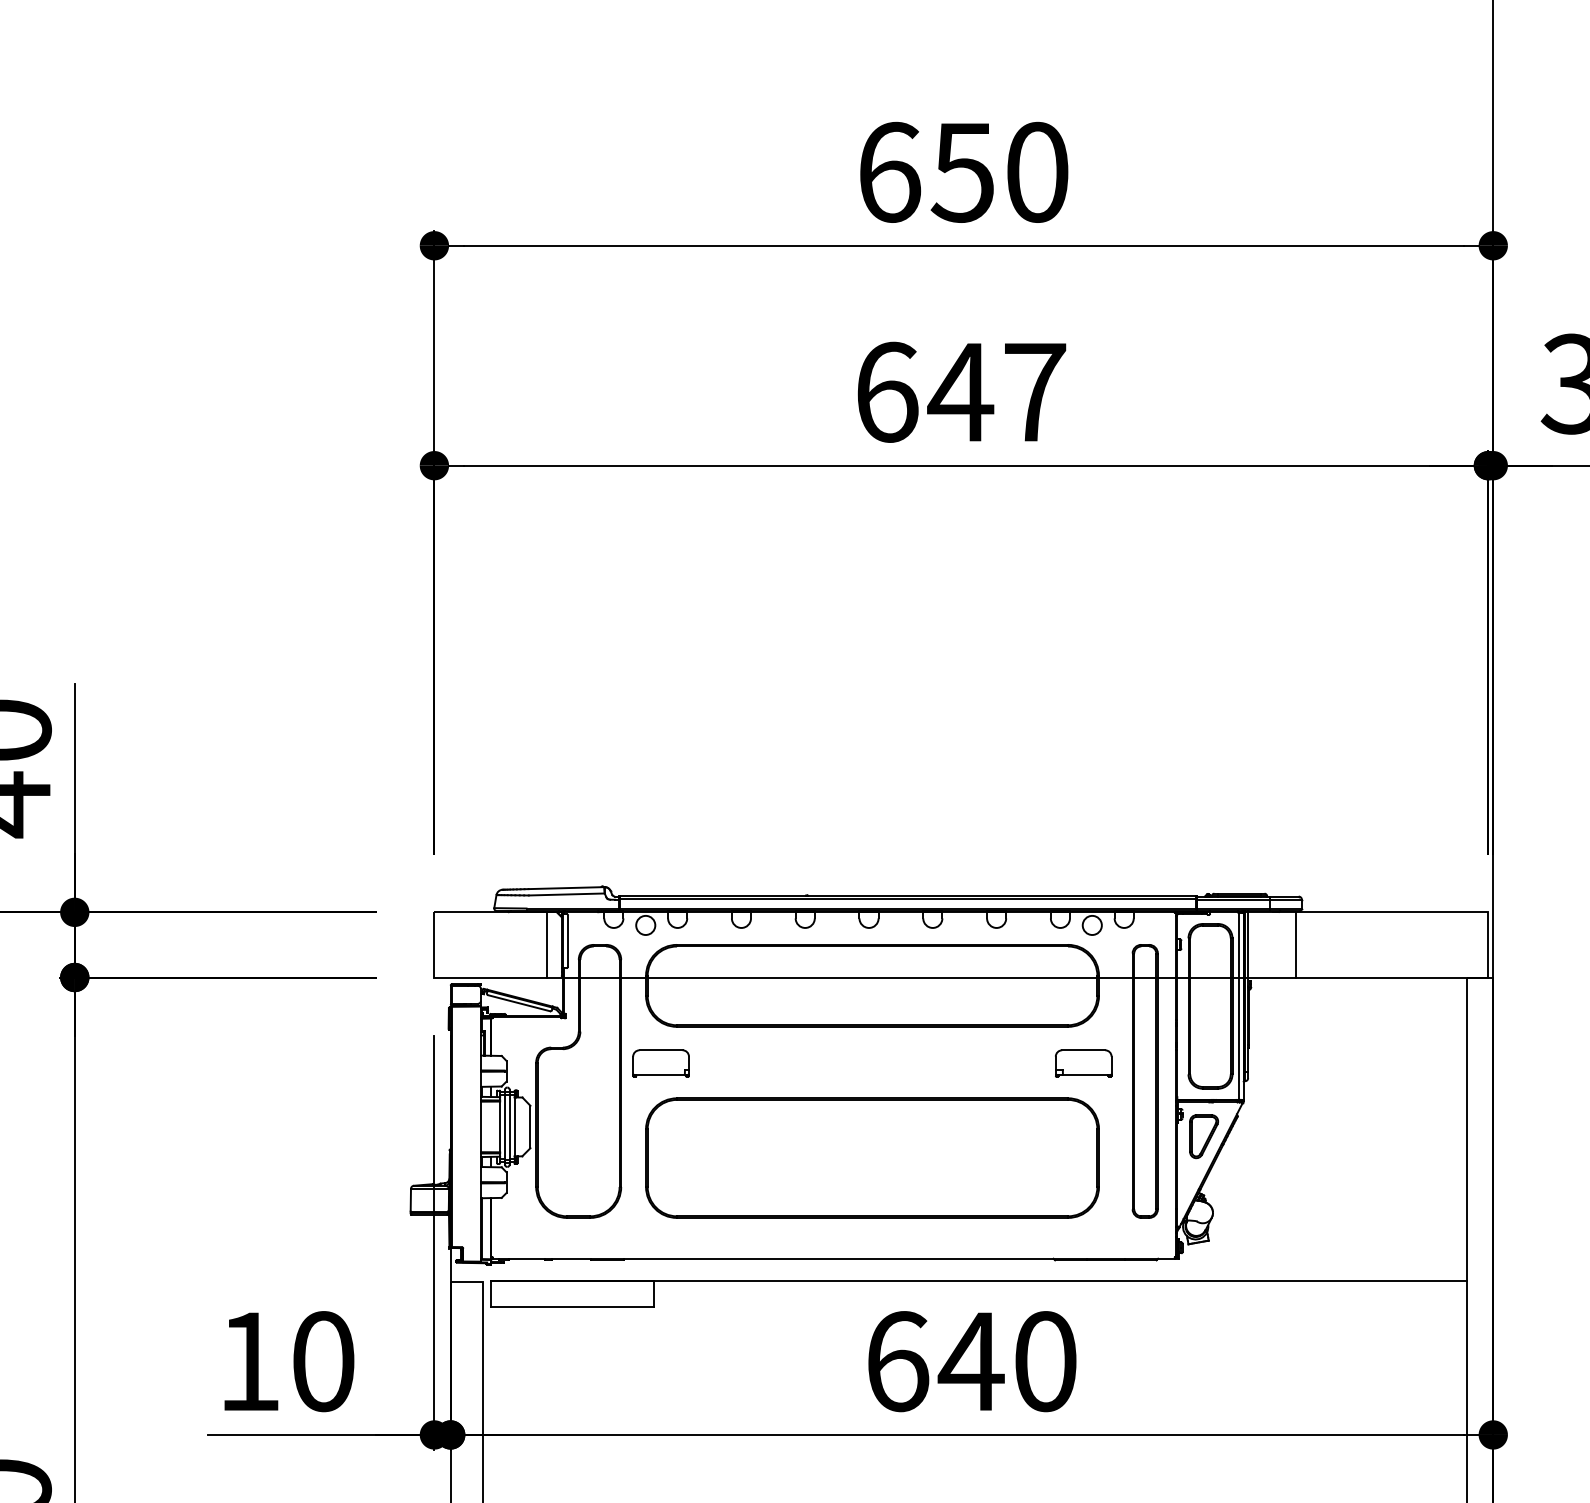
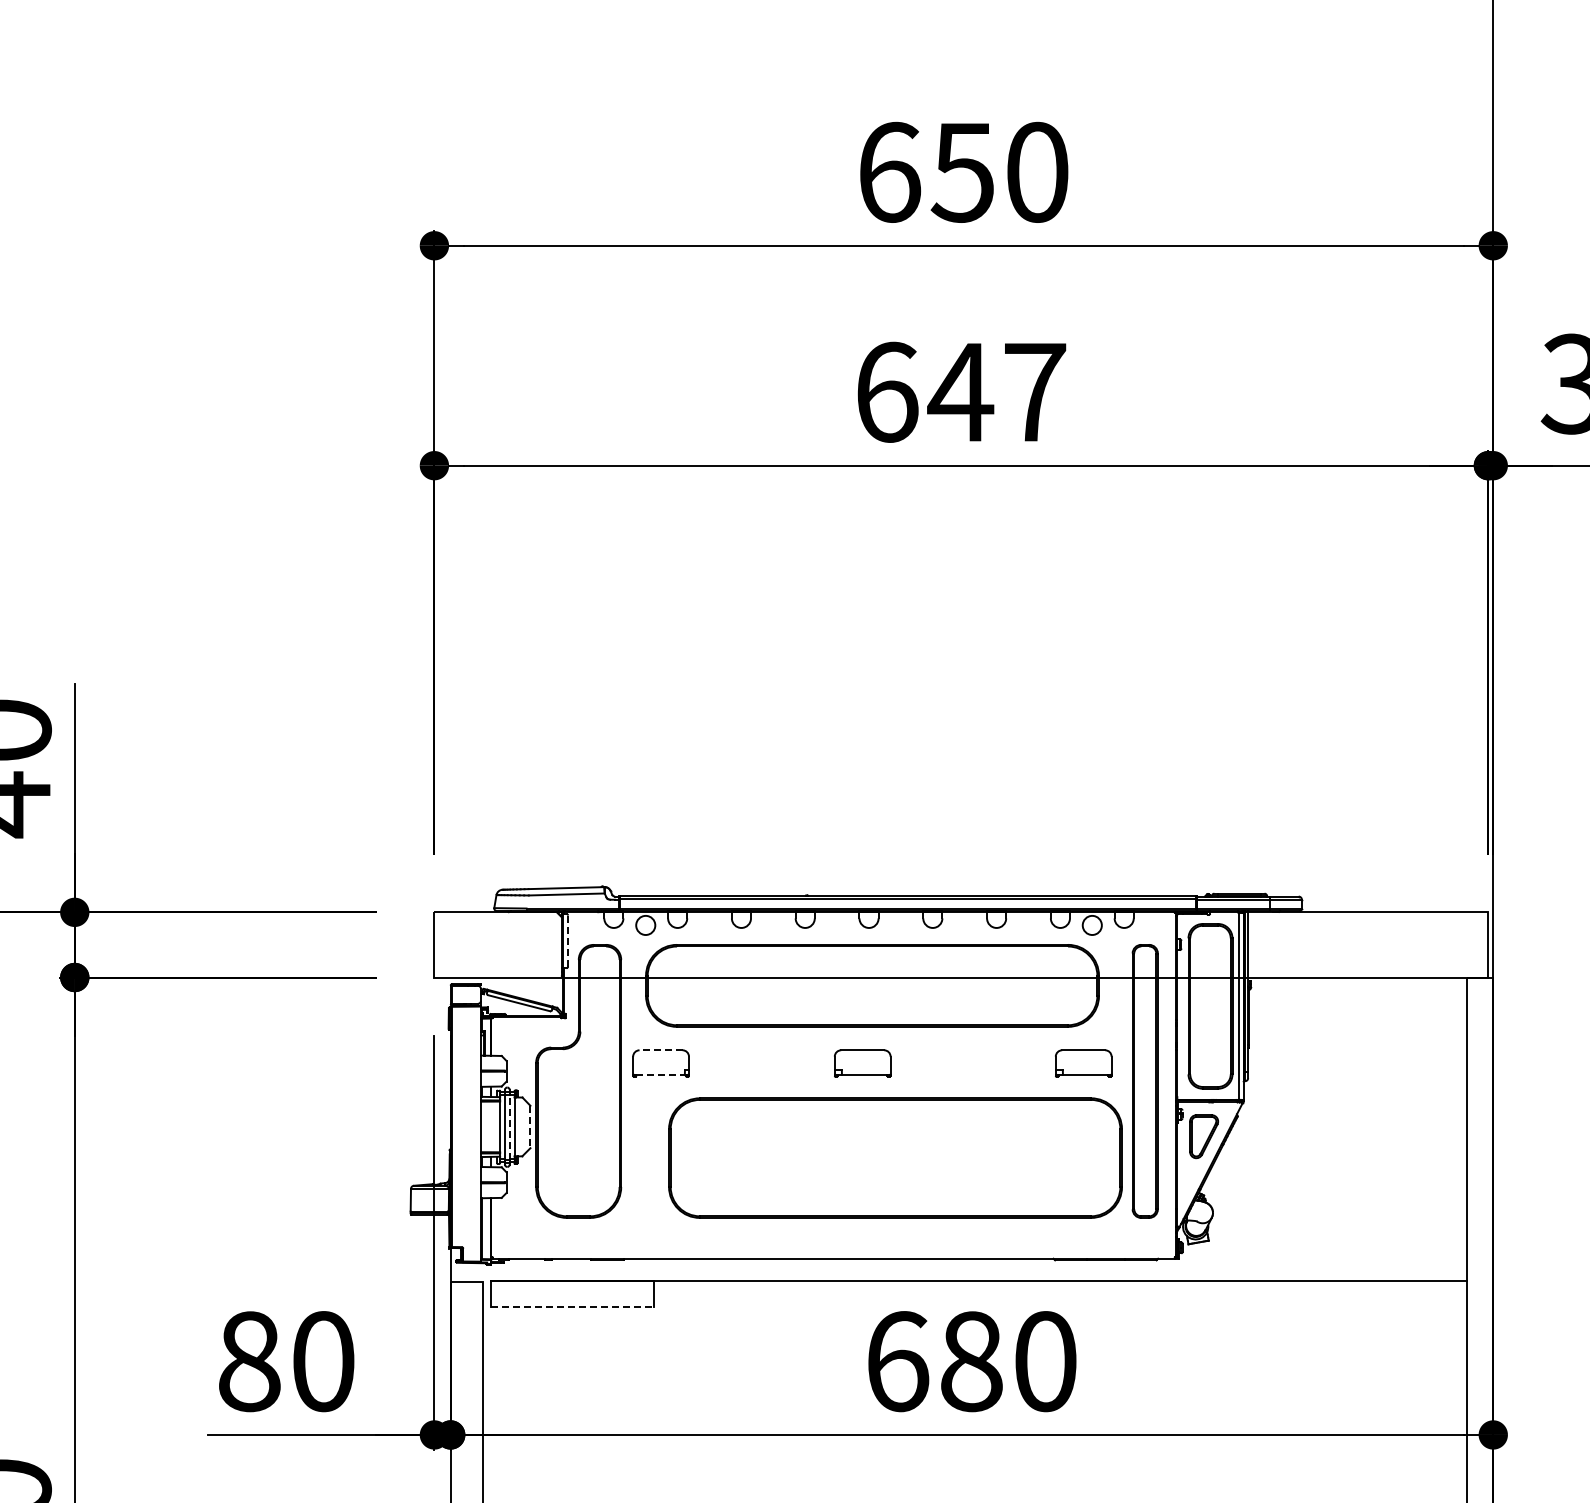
line at (568, 941): solid -> dashed
line at (546, 944): present -> none
line at (1296, 944): present -> none
line at (661, 1050): solid -> dashed
part at (862, 1063): none -> present
line at (661, 1074): solid -> dashed
line at (509, 1127): solid -> dashed
line at (530, 1127): solid -> dashed
part at (872, 1157) position: (872, 1157) -> (895, 1157)
line at (573, 1306): solid -> dashed
text at (249, 1361): 10 -> 80
text at (970, 1361): 640 -> 680
